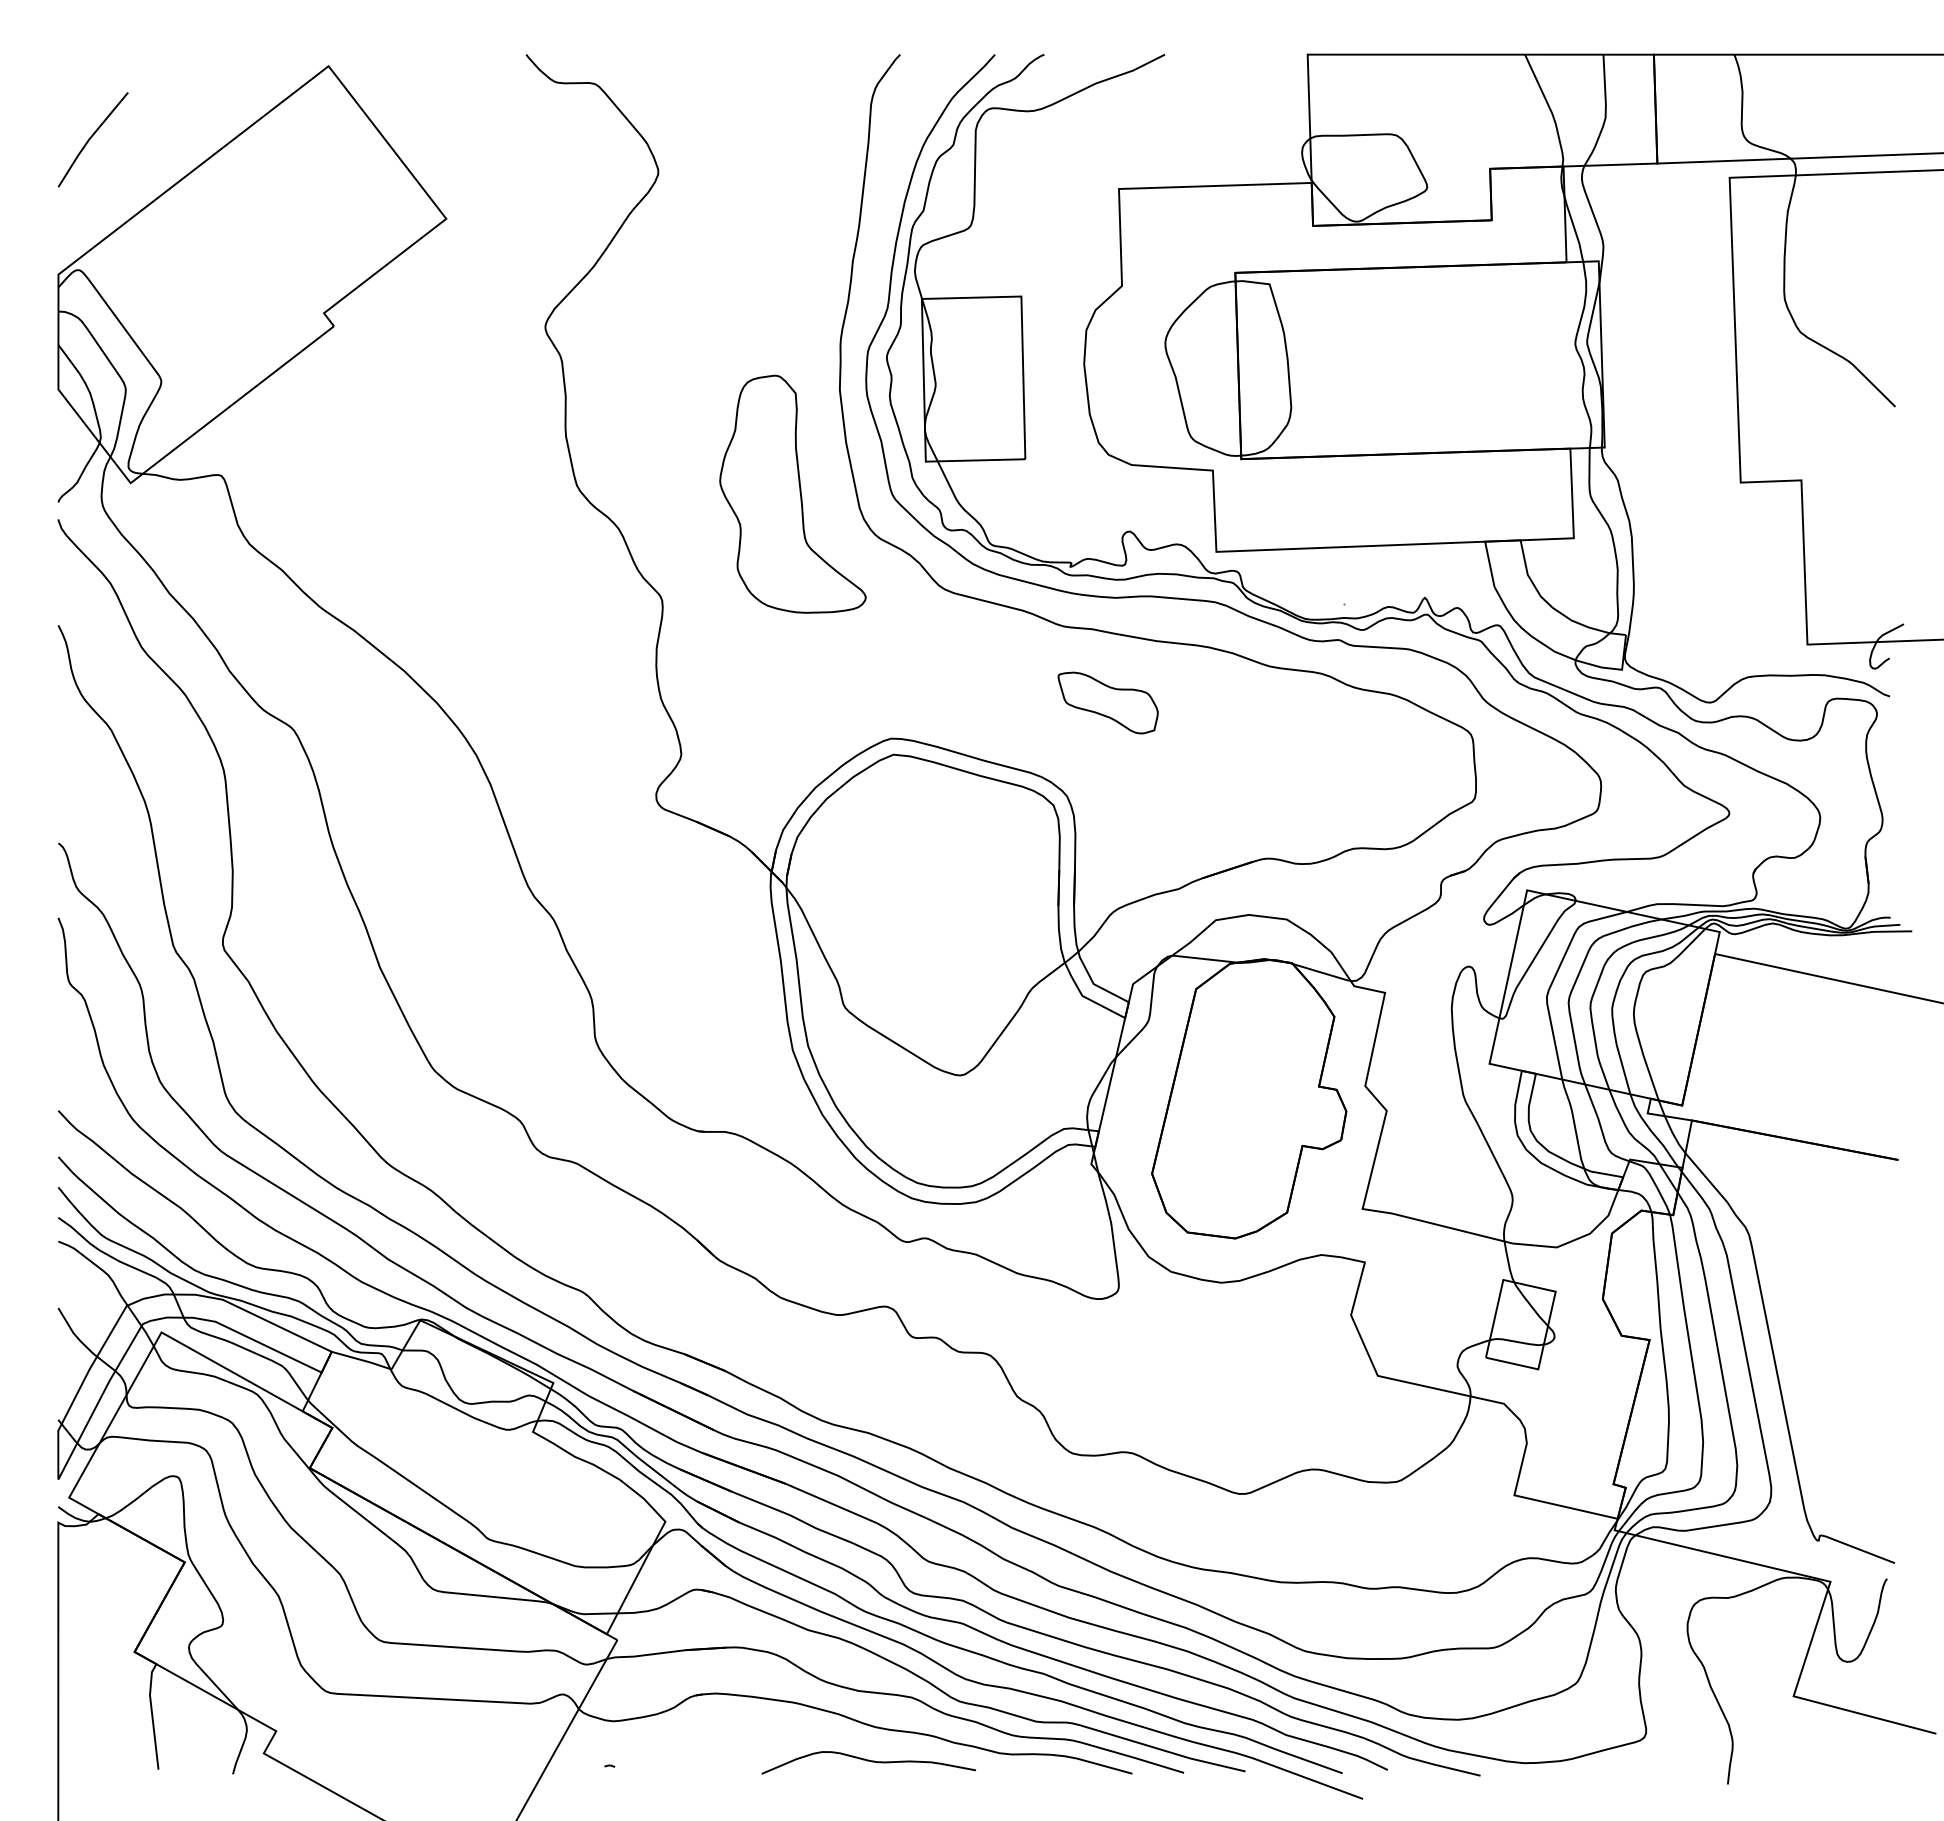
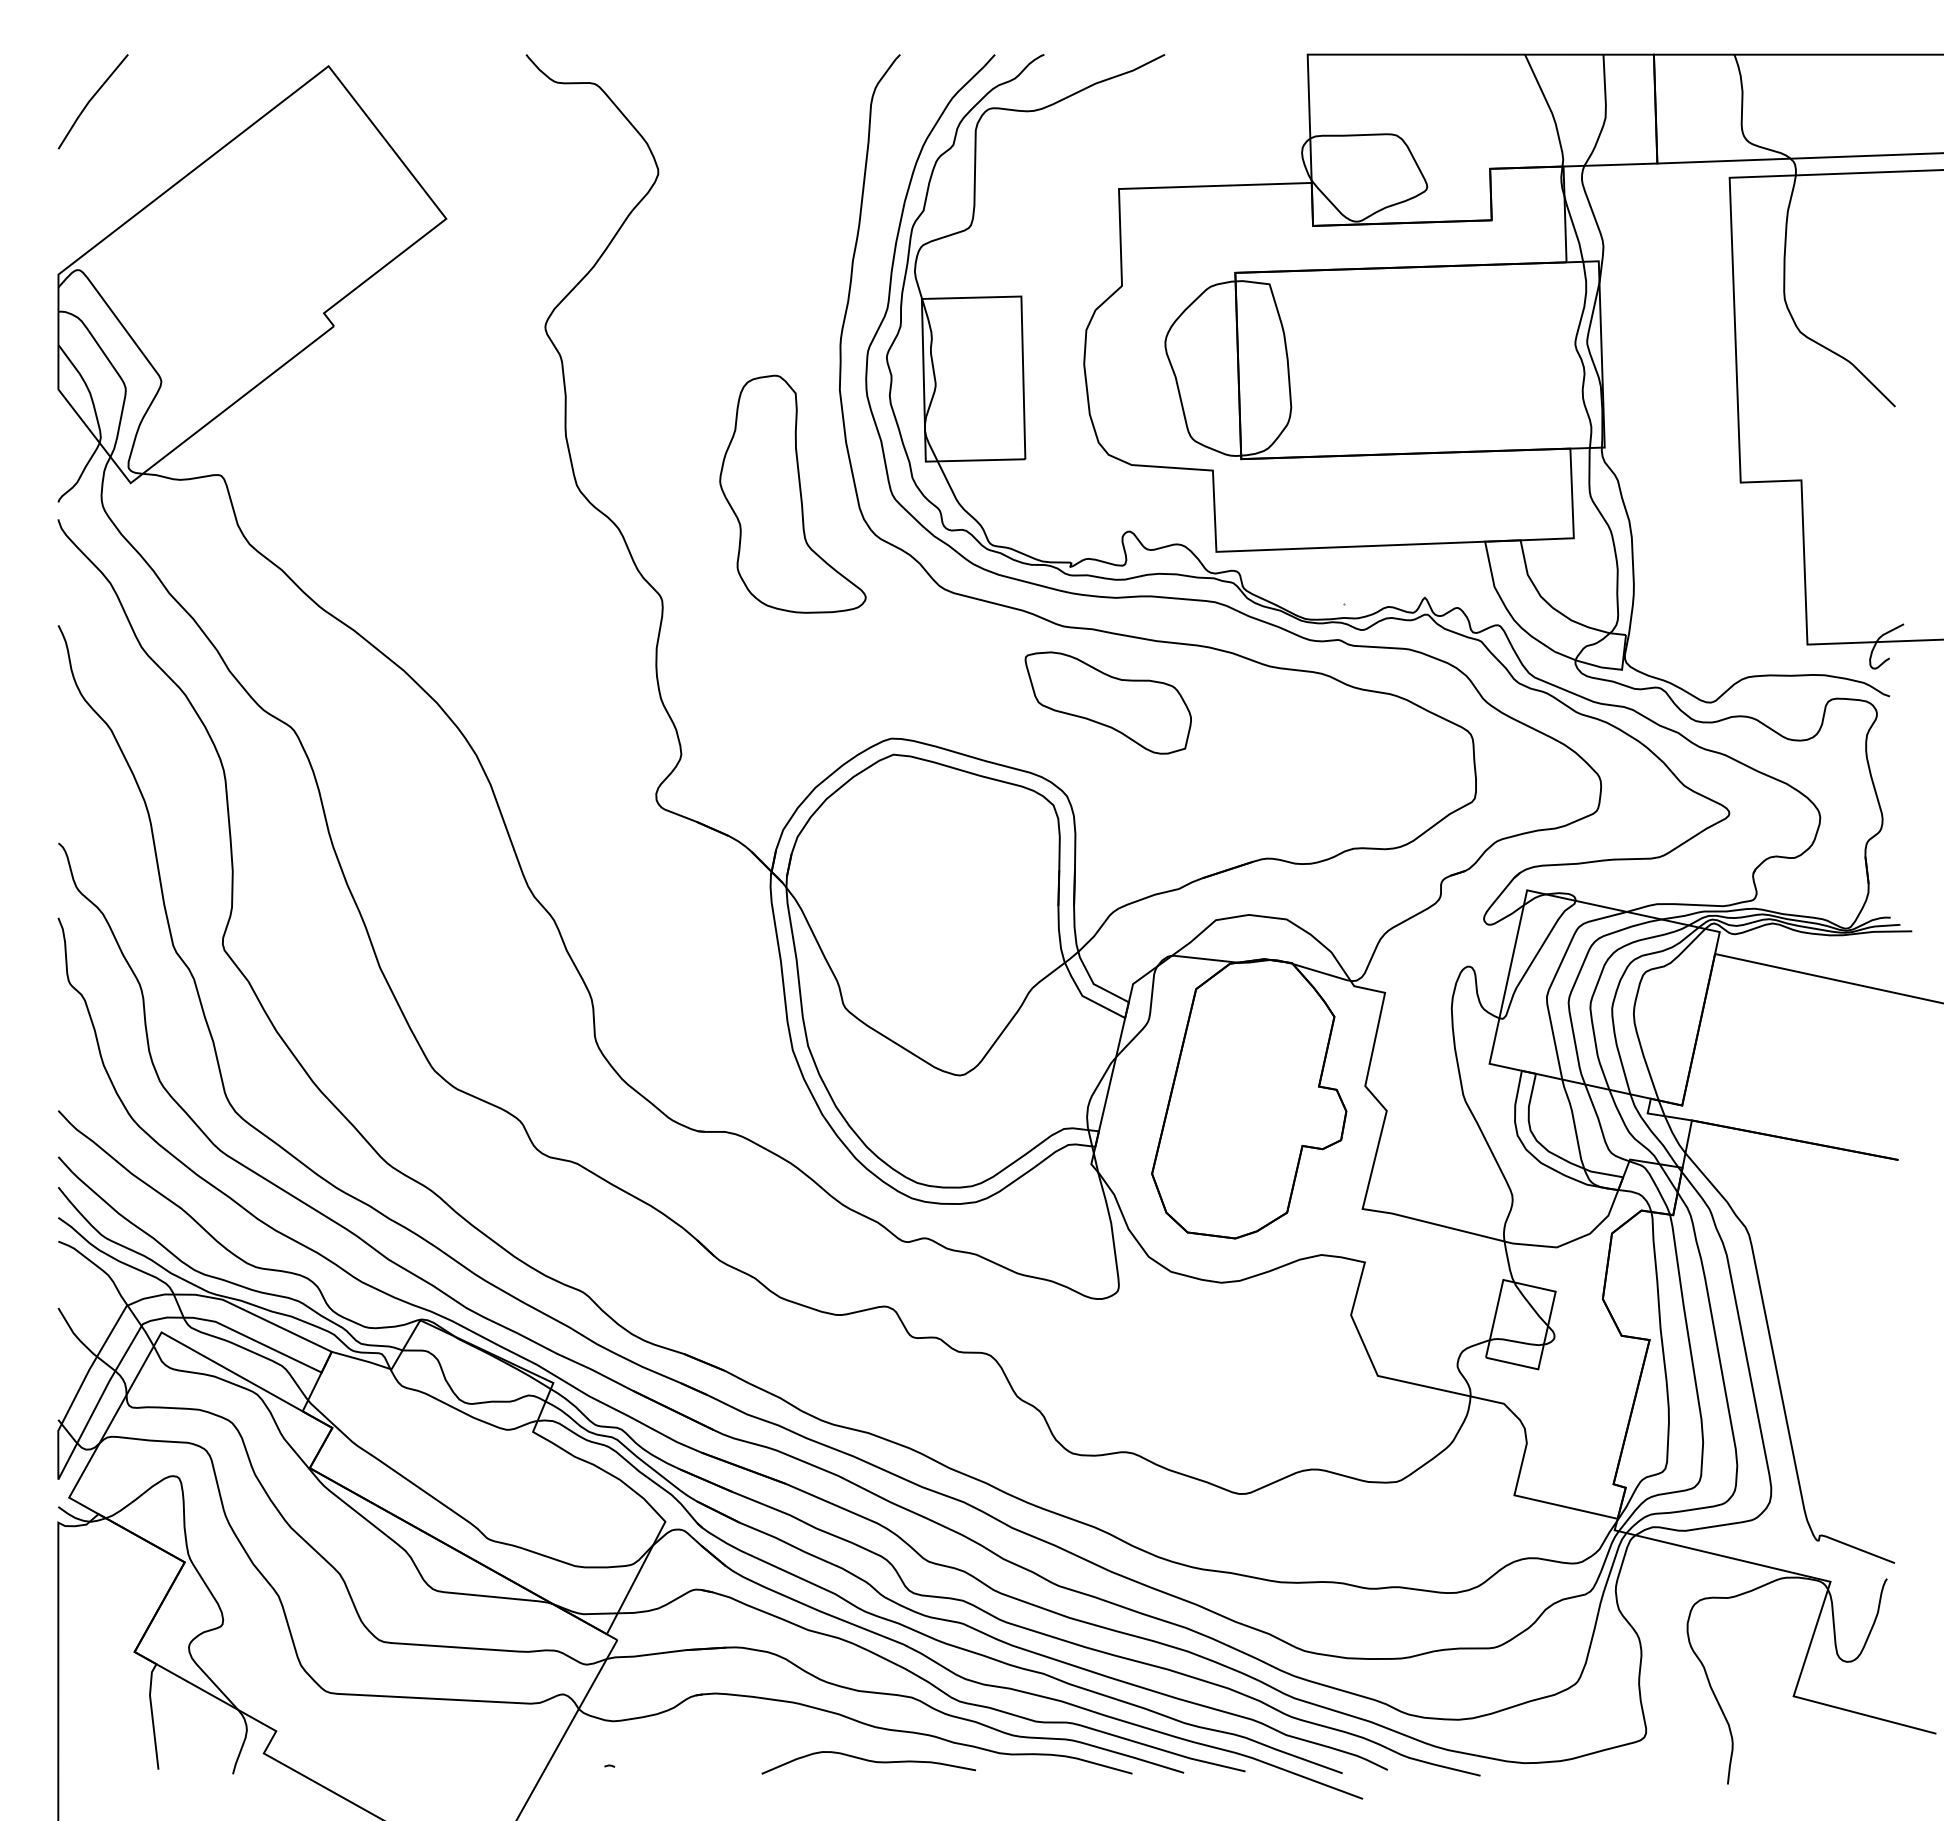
line at (91, 138) position: (91, 138) -> (91, 100)
part at (1107, 702) size: 102x64 px -> 168x104 px
